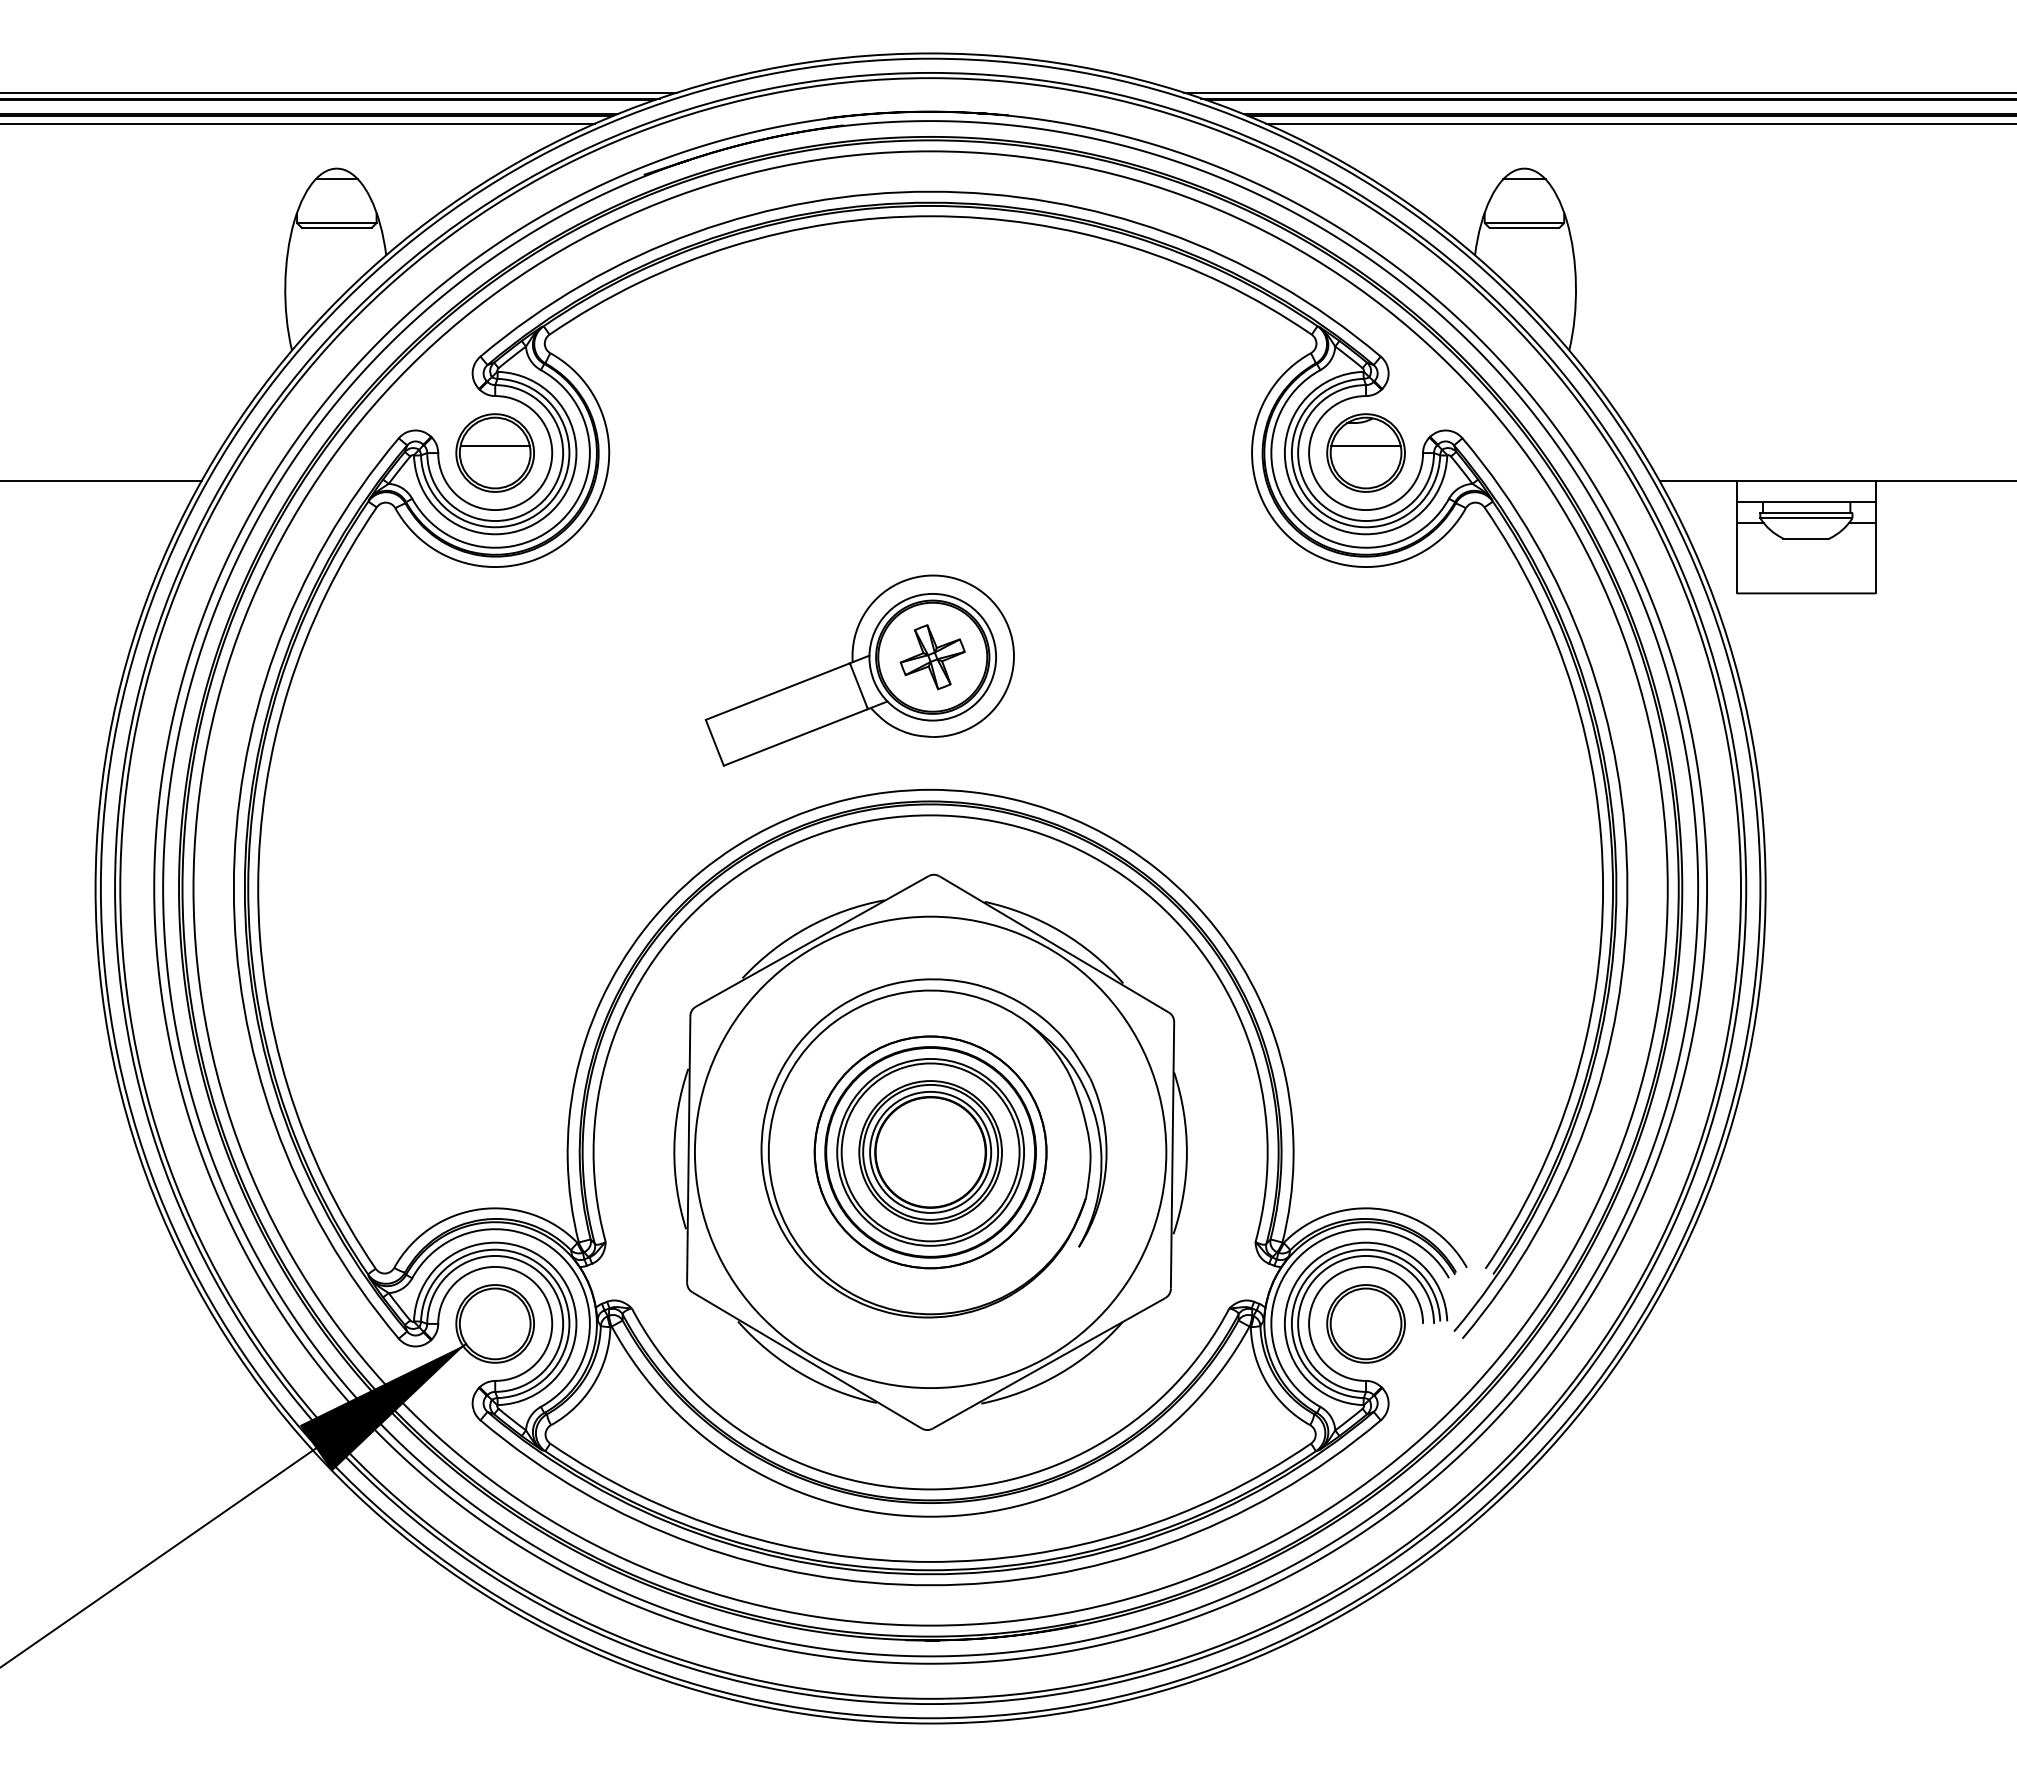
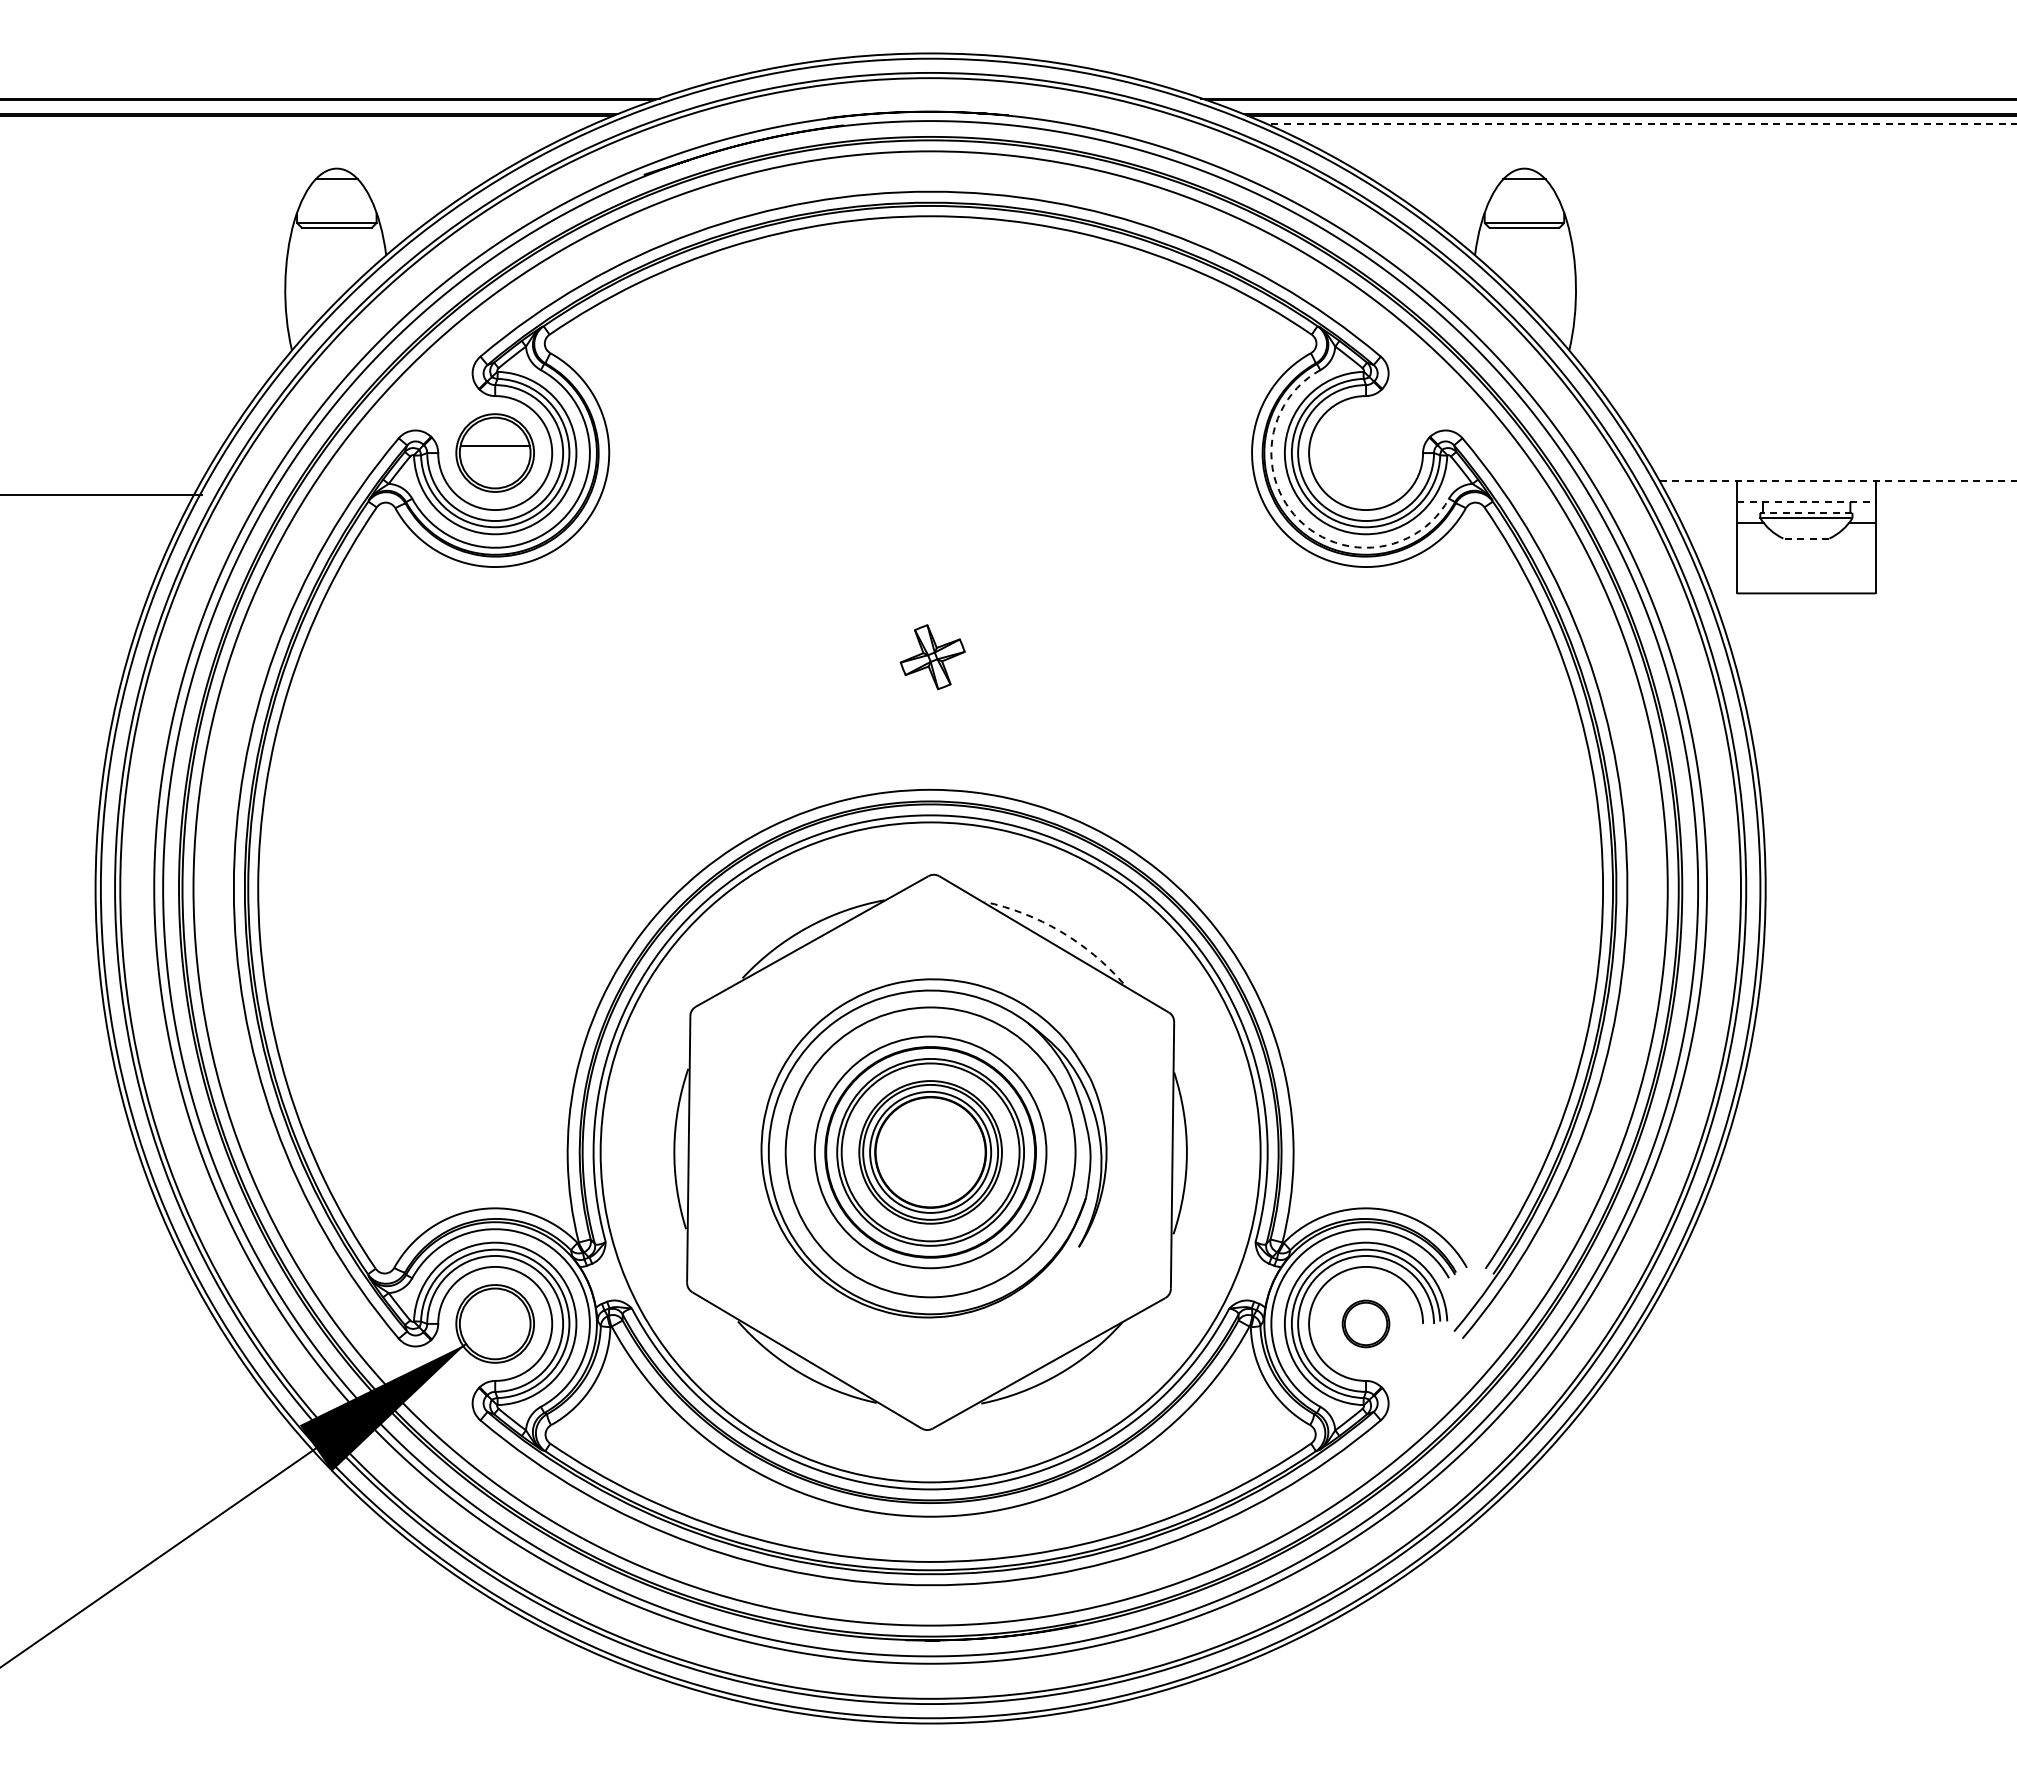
line at (339, 92): present -> none
line at (1598, 92): present -> none
line at (298, 123): present -> none
line at (1640, 123): solid -> dashed
part at (1365, 452): present -> none
line at (101, 481) position: (101, 481) -> (101, 495)
line at (1838, 481): solid -> dashed
line at (1806, 501): solid -> dashed
line at (1805, 512): solid -> dashed
arc at (1299, 520): solid -> dashed
line at (1805, 538): solid -> dashed
part at (859, 670): present -> none
arc at (1060, 931): solid -> dashed
circle at (930, 1152) diameter: 232 px -> 290 px
circle at (930, 1152) diameter: 471 px -> 660 px
part at (1365, 1323) size: 80x80 px -> 50x50 px
